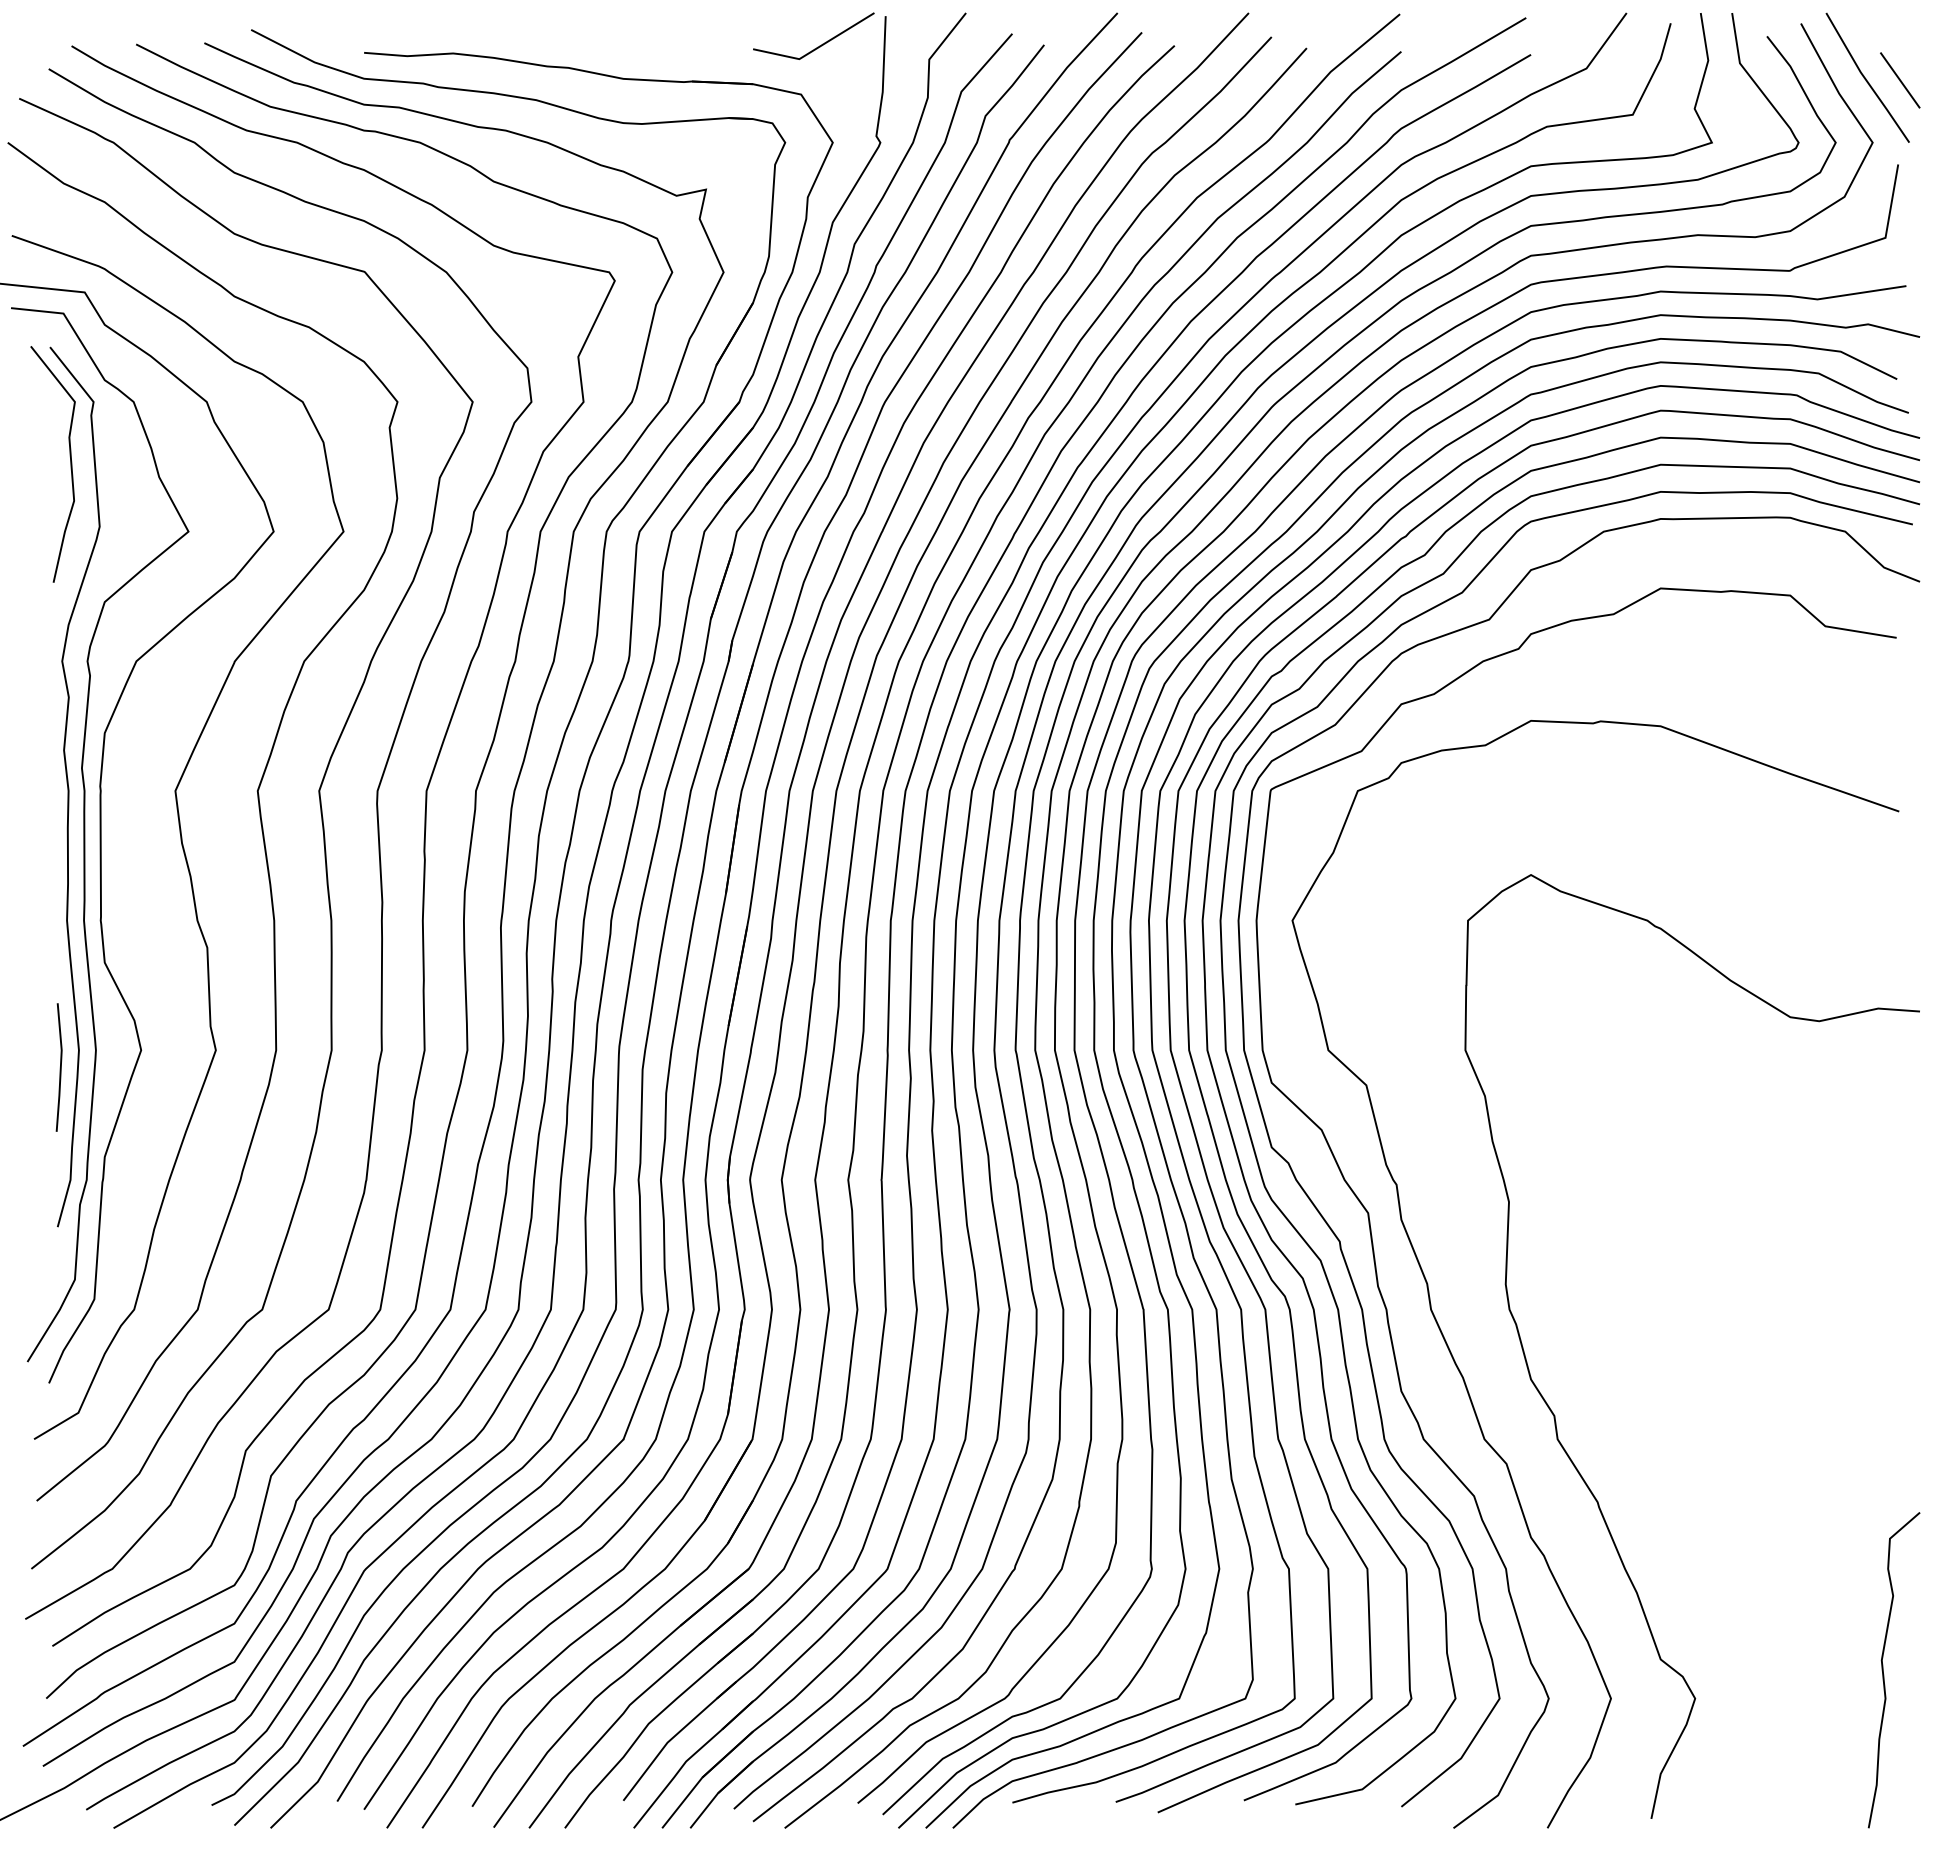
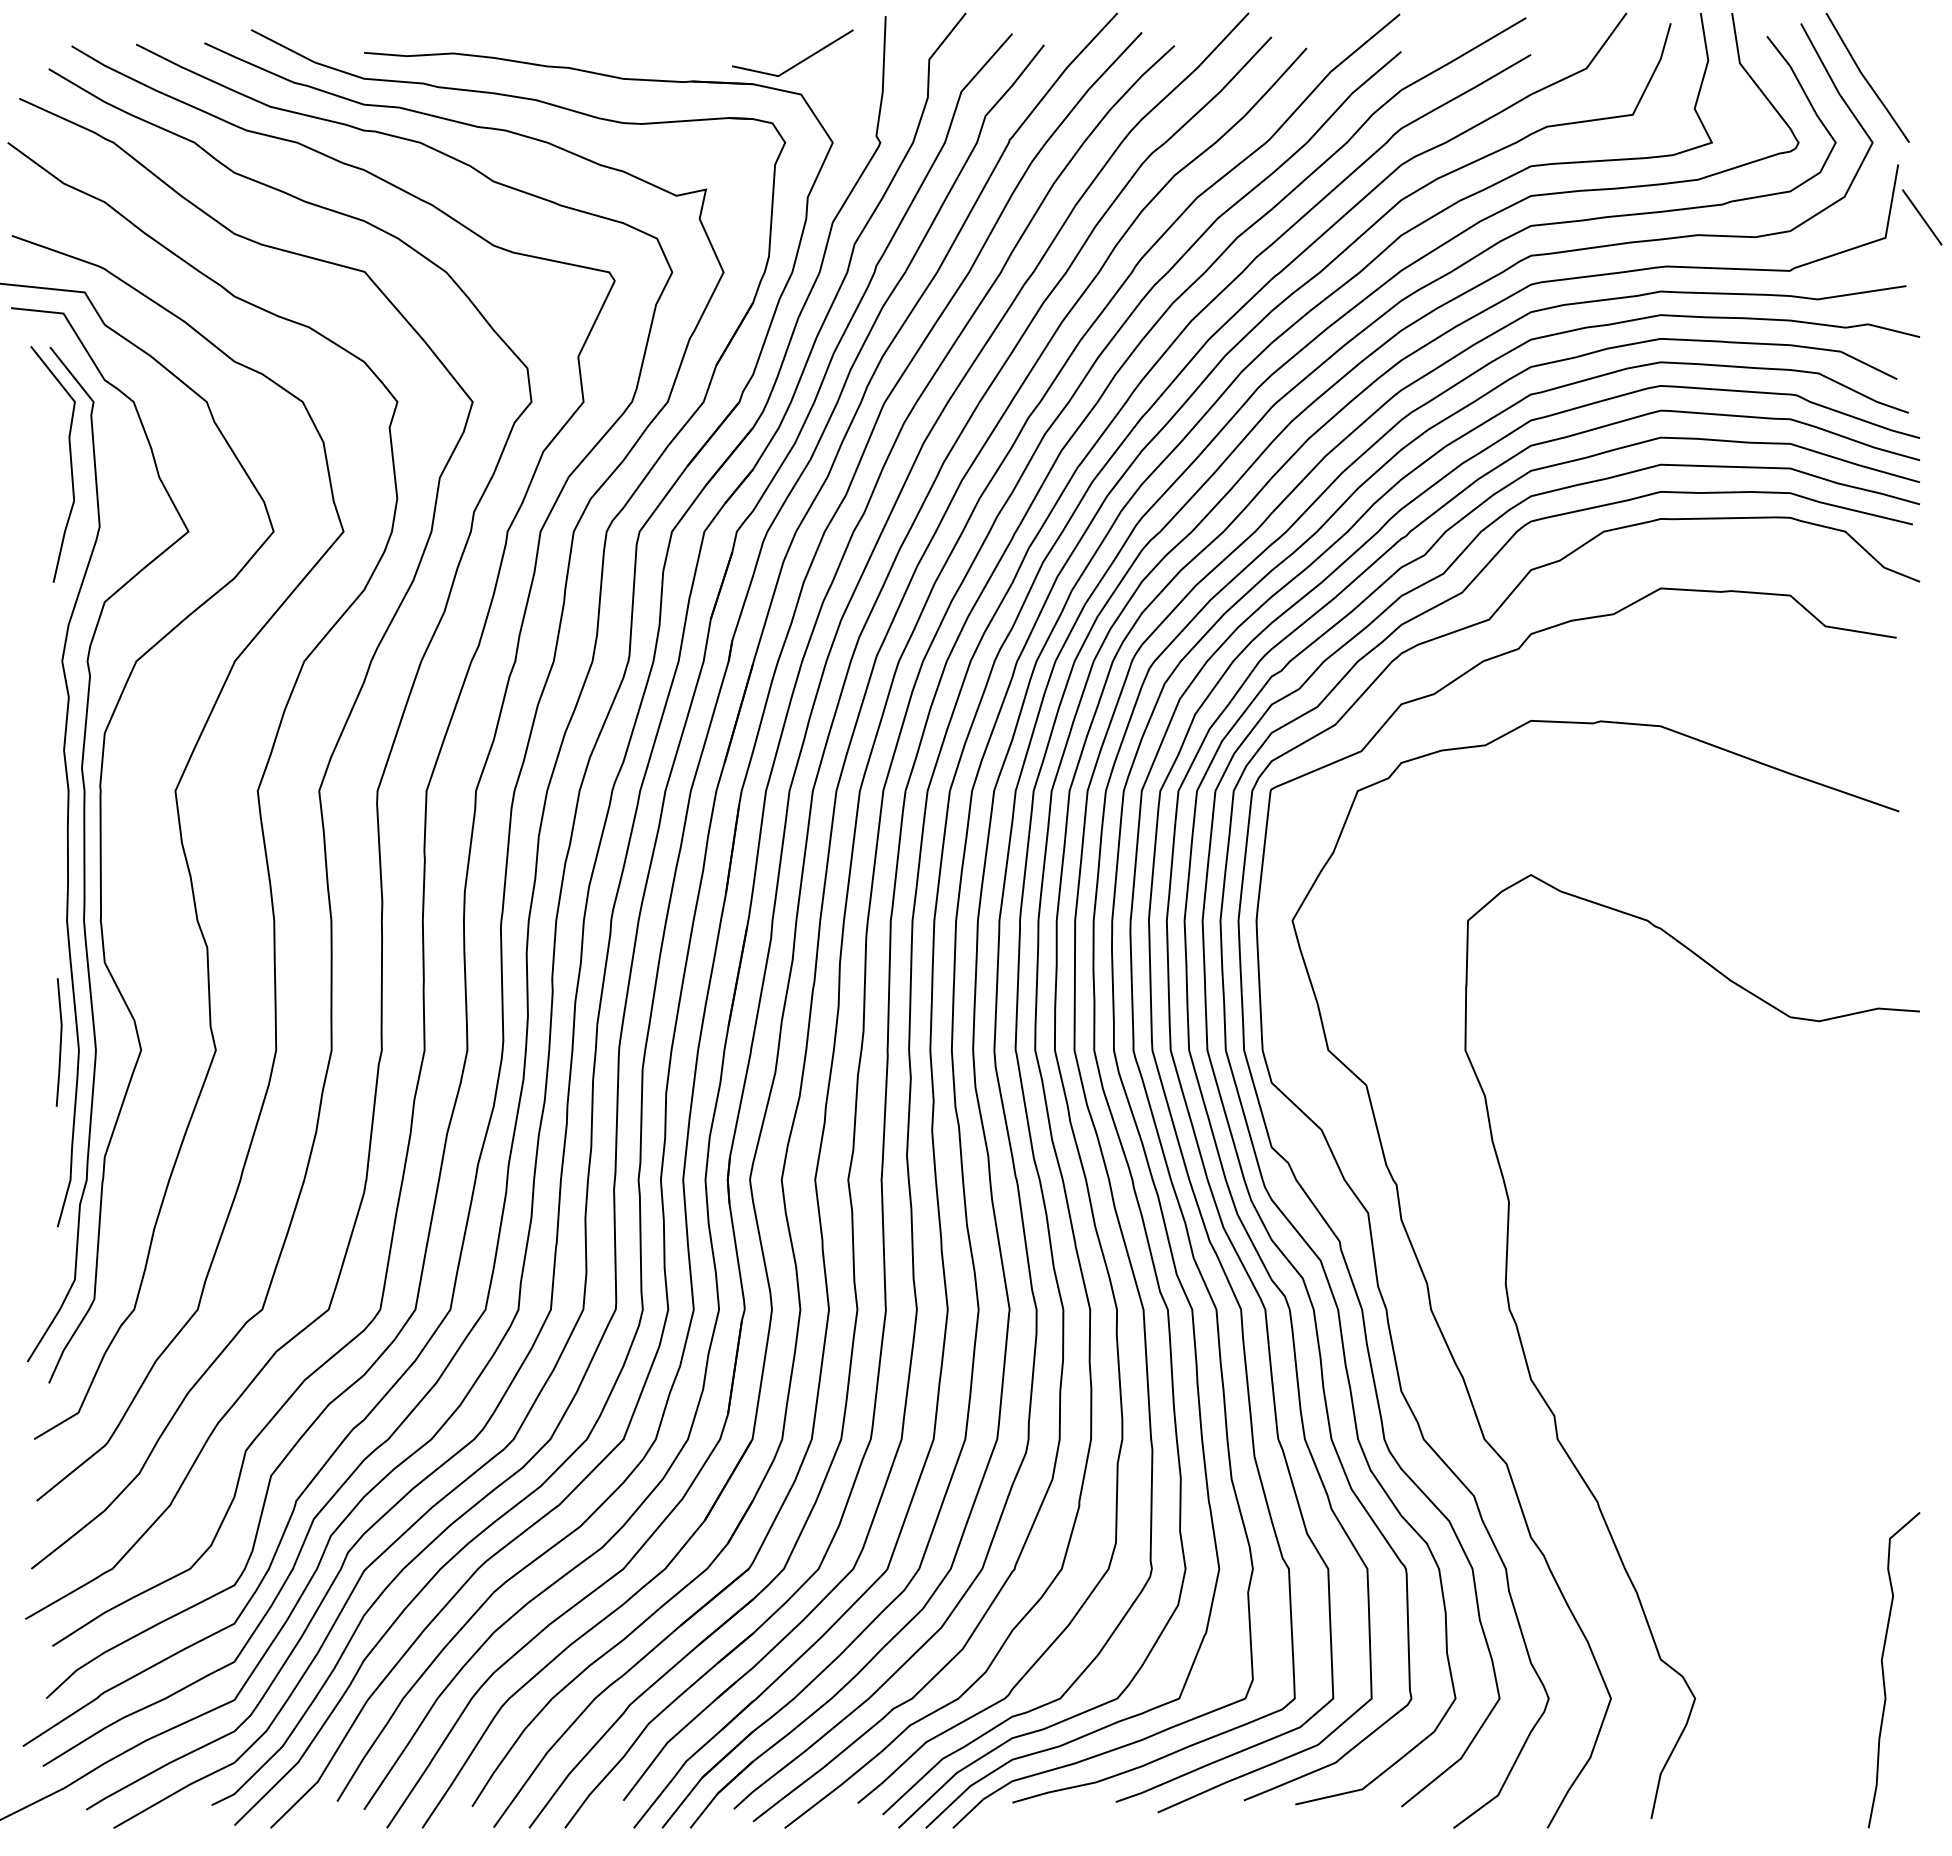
line at (819, 45) position: (819, 45) -> (798, 62)
line at (1900, 80) position: (1900, 80) -> (1922, 217)
line at (59, 1068) position: (59, 1068) -> (59, 1043)
